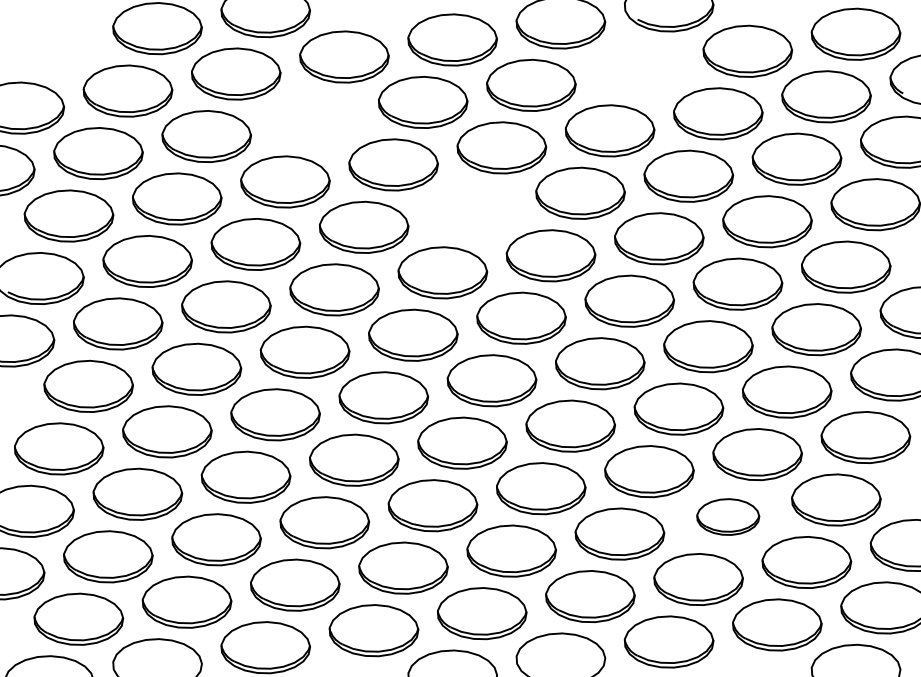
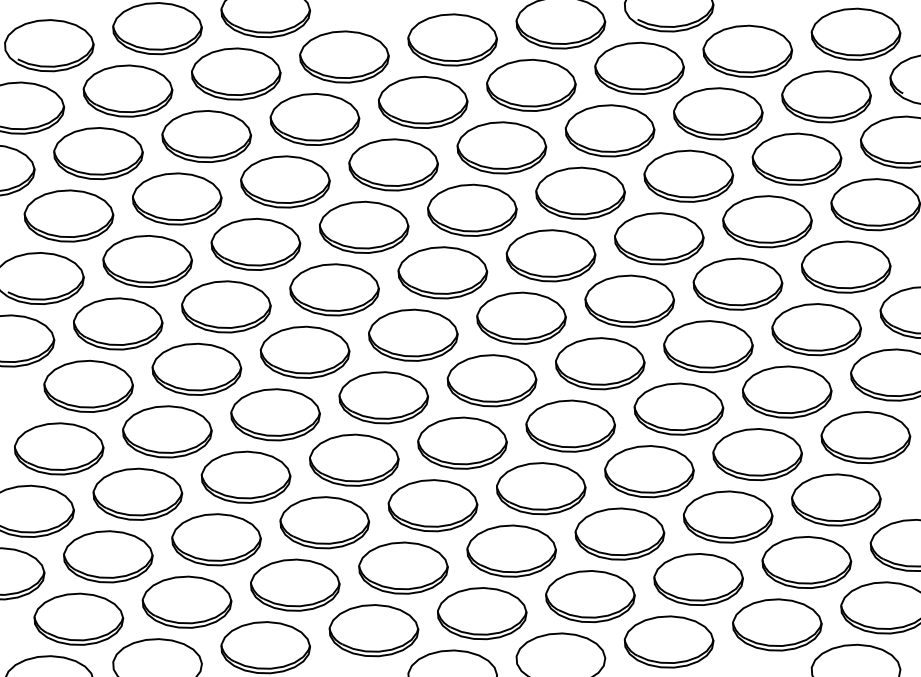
part at (49, 45): none -> present
part at (639, 67): none -> present
part at (314, 119): none -> present
part at (472, 209): none -> present
part at (728, 516) size: 65x38 px -> 91x54 px
